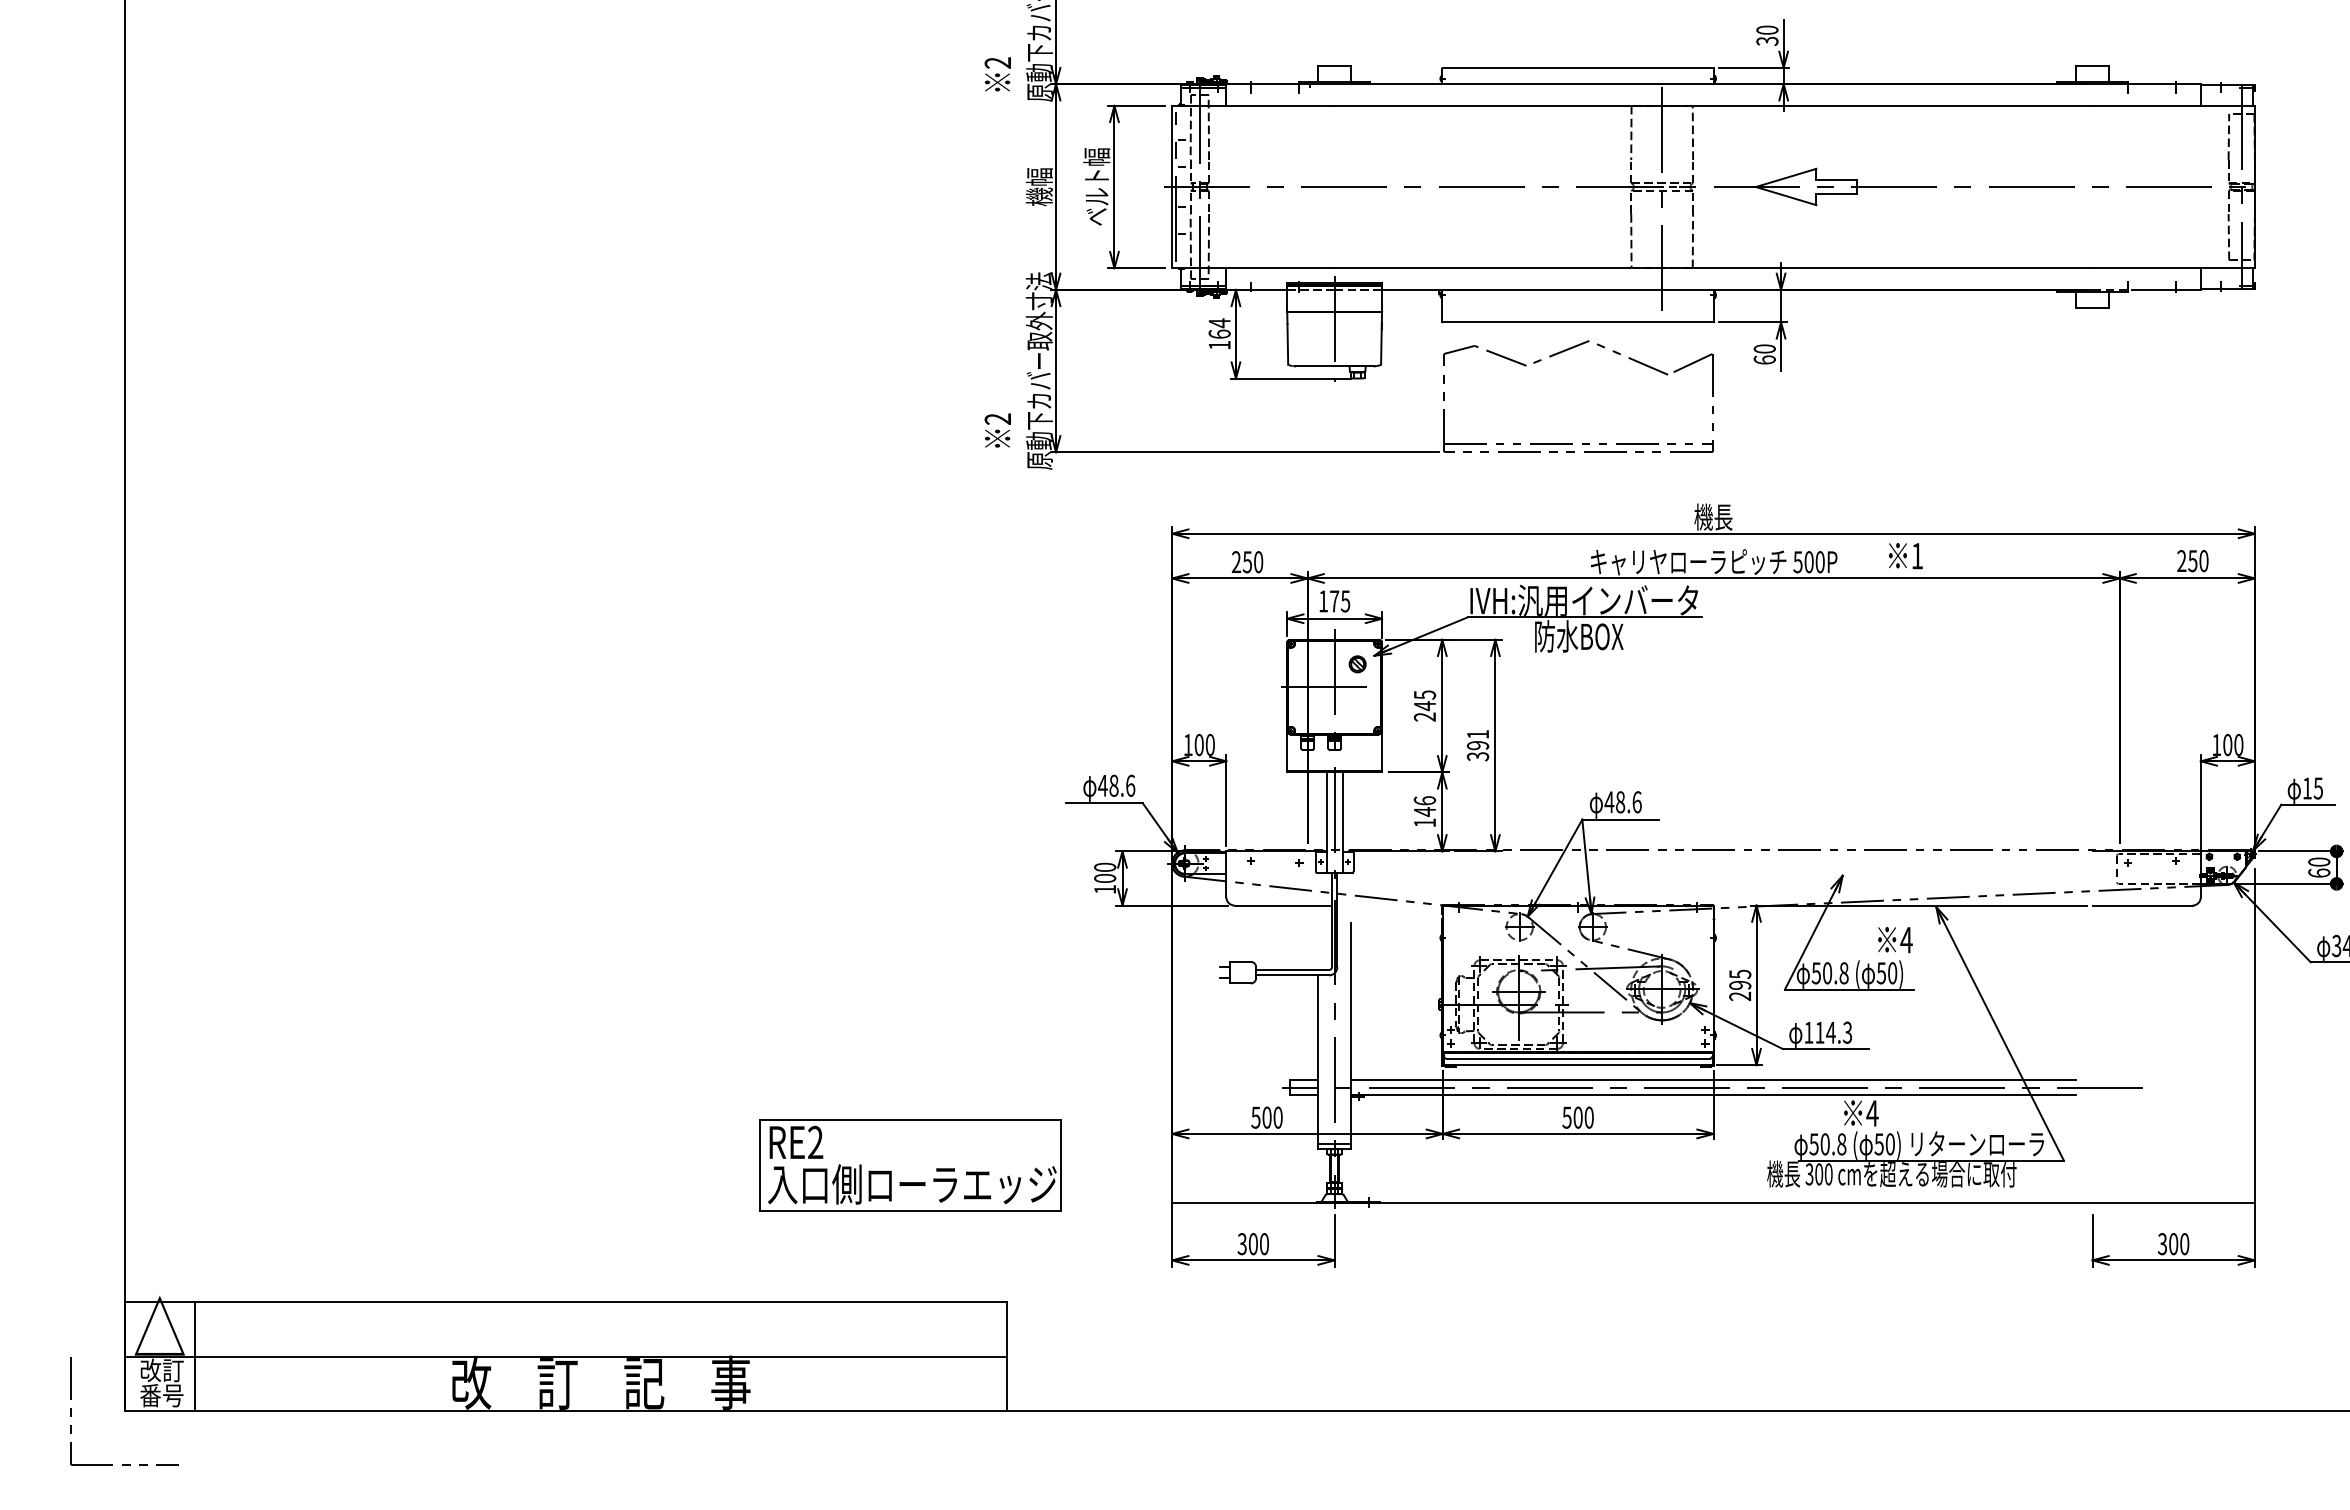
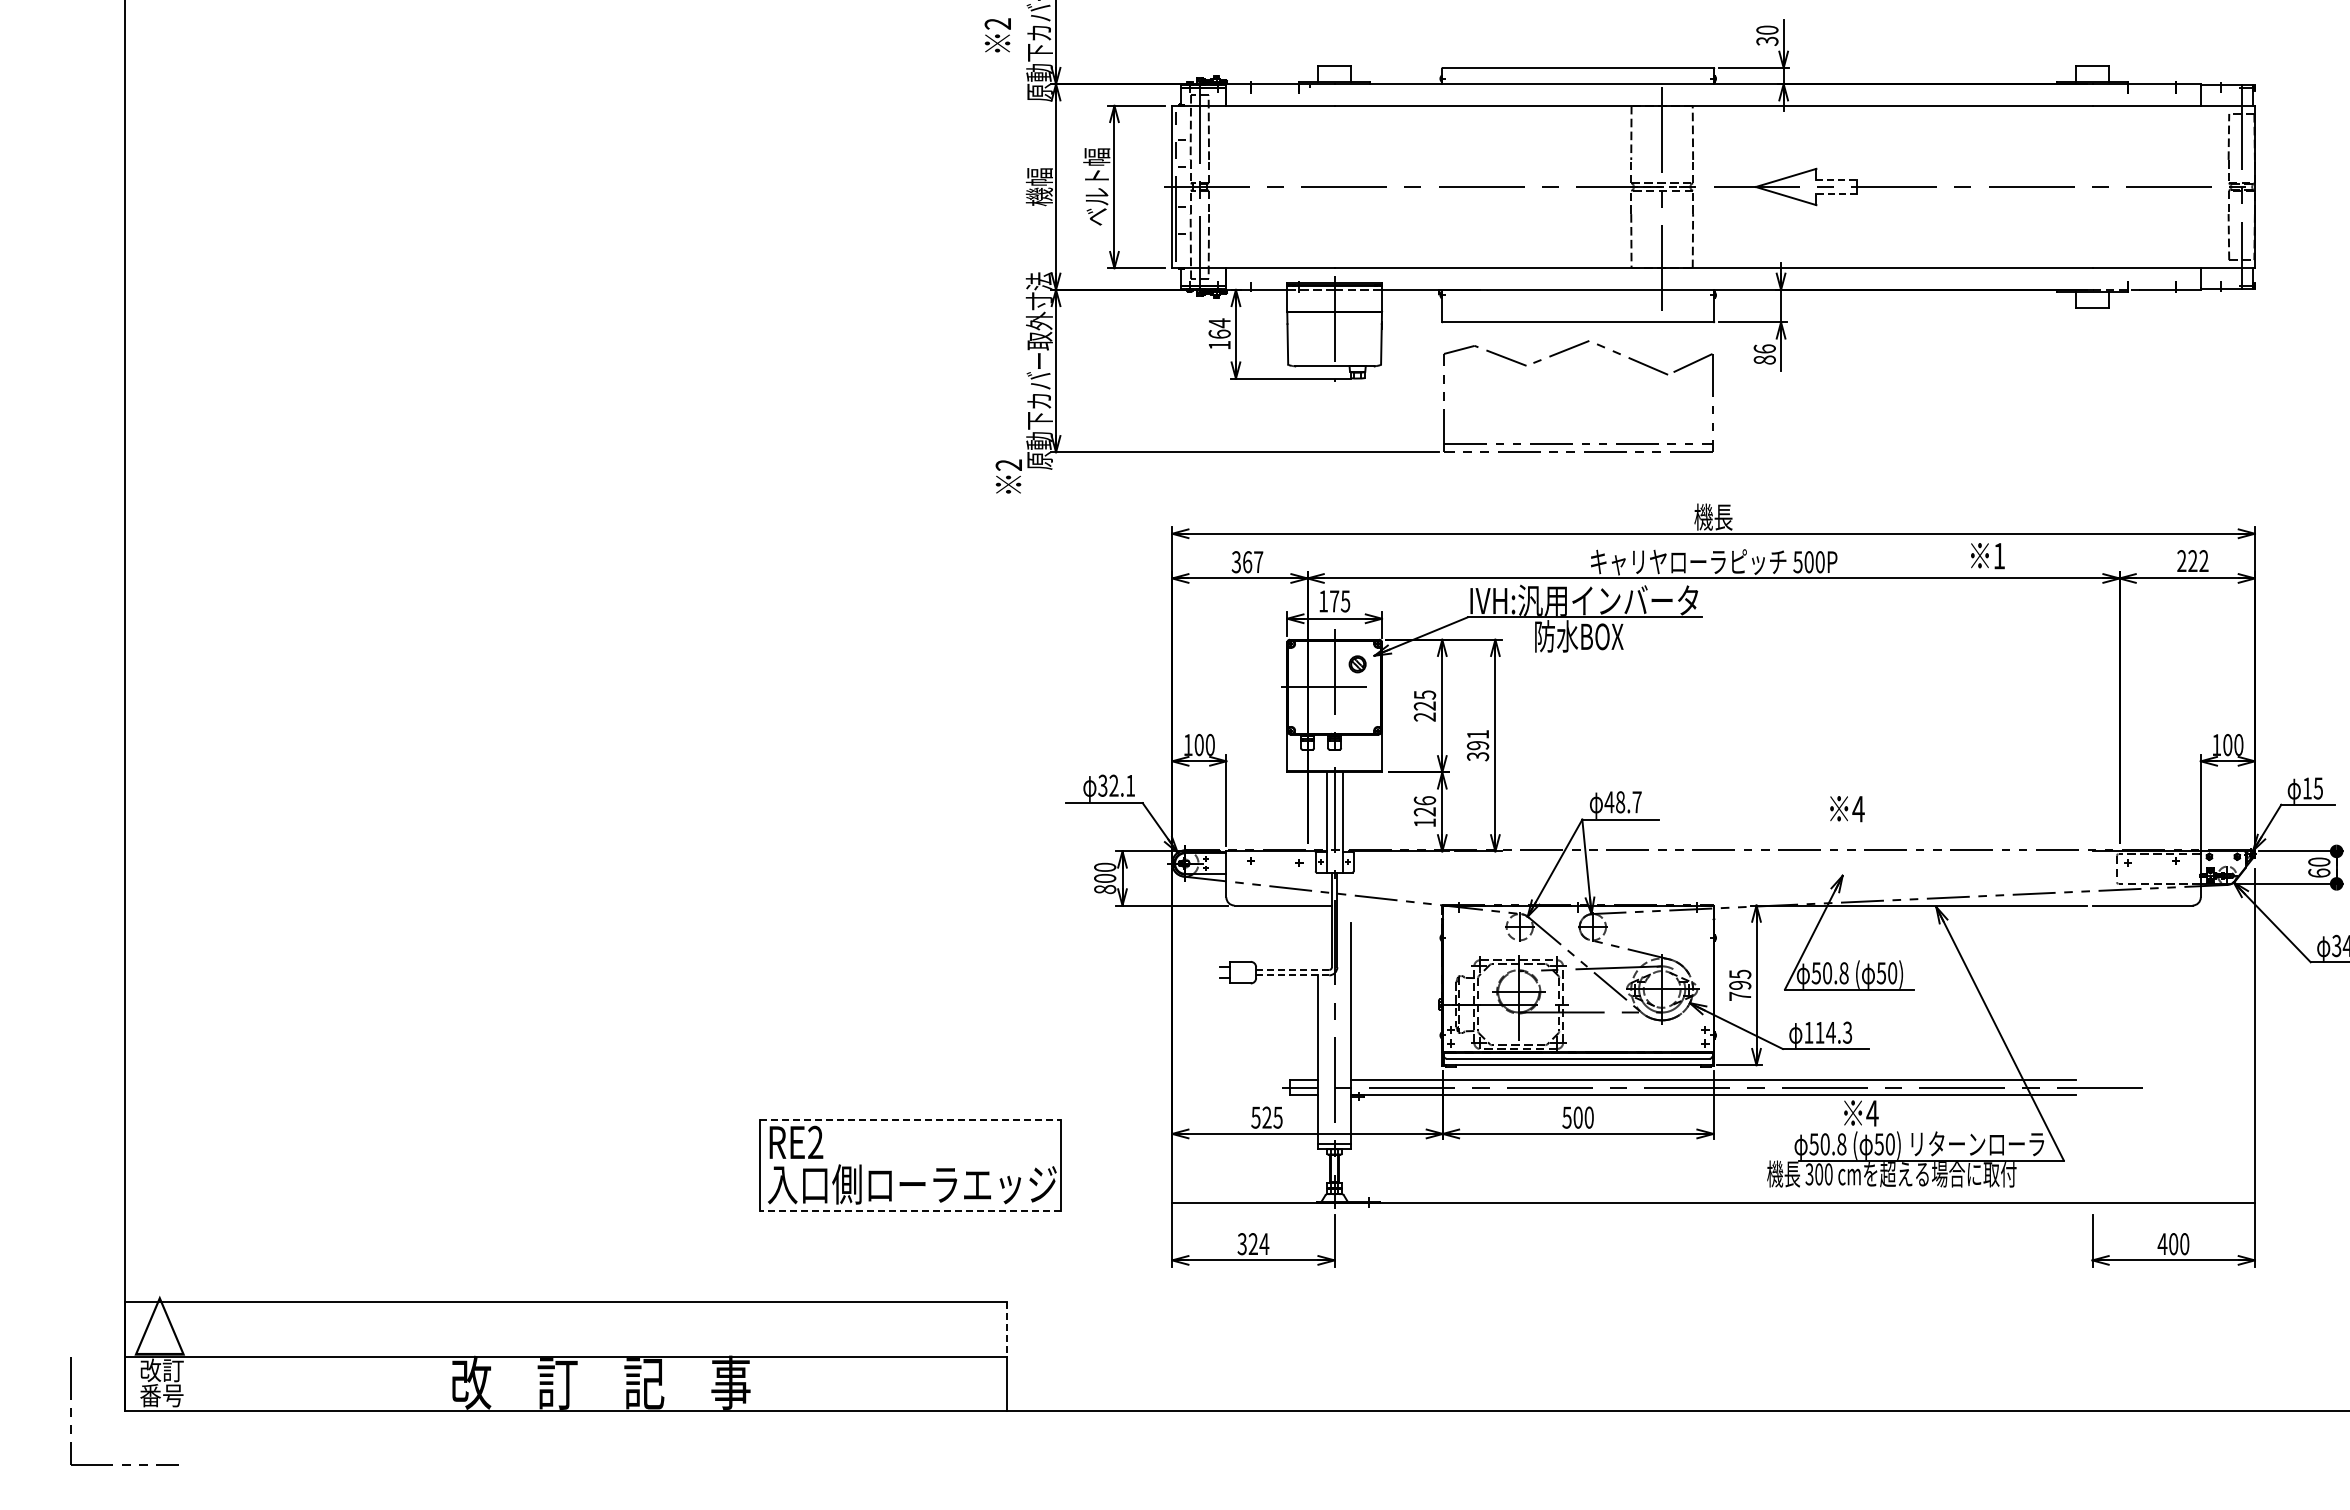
text at (997, 74) position: (997, 74) -> (997, 35)
line at (1837, 179): solid -> dashed
line at (1836, 194): solid -> dashed
text at (1764, 354): 60 -> 86
text at (997, 430) position: (997, 430) -> (1008, 476)
text at (1905, 556) position: (1905, 556) -> (1987, 556)
text at (2198, 561): 250 -> 222
text at (1247, 562): 250 -> 367
text at (1424, 706): 245 -> 225
text at (1116, 785): 48.6 -> 32.1
text at (1636, 802): 48.6 -> 48.7
text at (1424, 811): 146 -> 126
text at (1105, 889): 100 -> 800
text at (1895, 940) position: (1895, 940) -> (1847, 809)
line at (1292, 969): solid -> dashed
line at (1292, 975): solid -> dashed
text at (1740, 996): 295 -> 795
text at (1272, 1117): 500 -> 525
line at (910, 1119): solid -> dashed
line at (910, 1210): solid -> dashed
text at (1258, 1244): 300 -> 324
text at (2162, 1244): 300 -> 400
line at (1007, 1329): solid -> dashed
line at (195, 1356): present -> none
